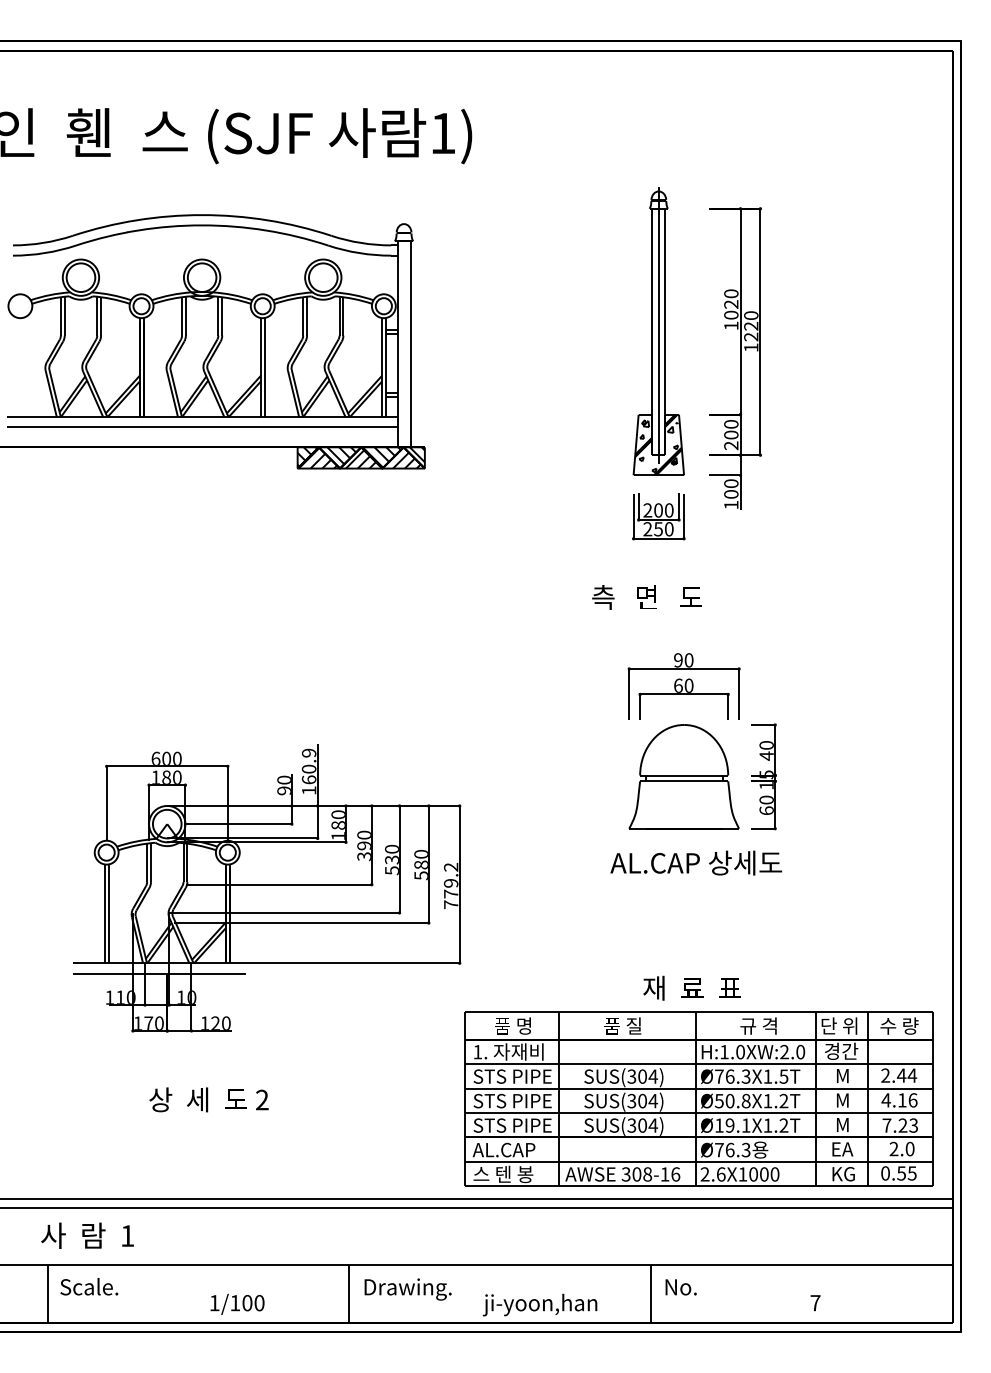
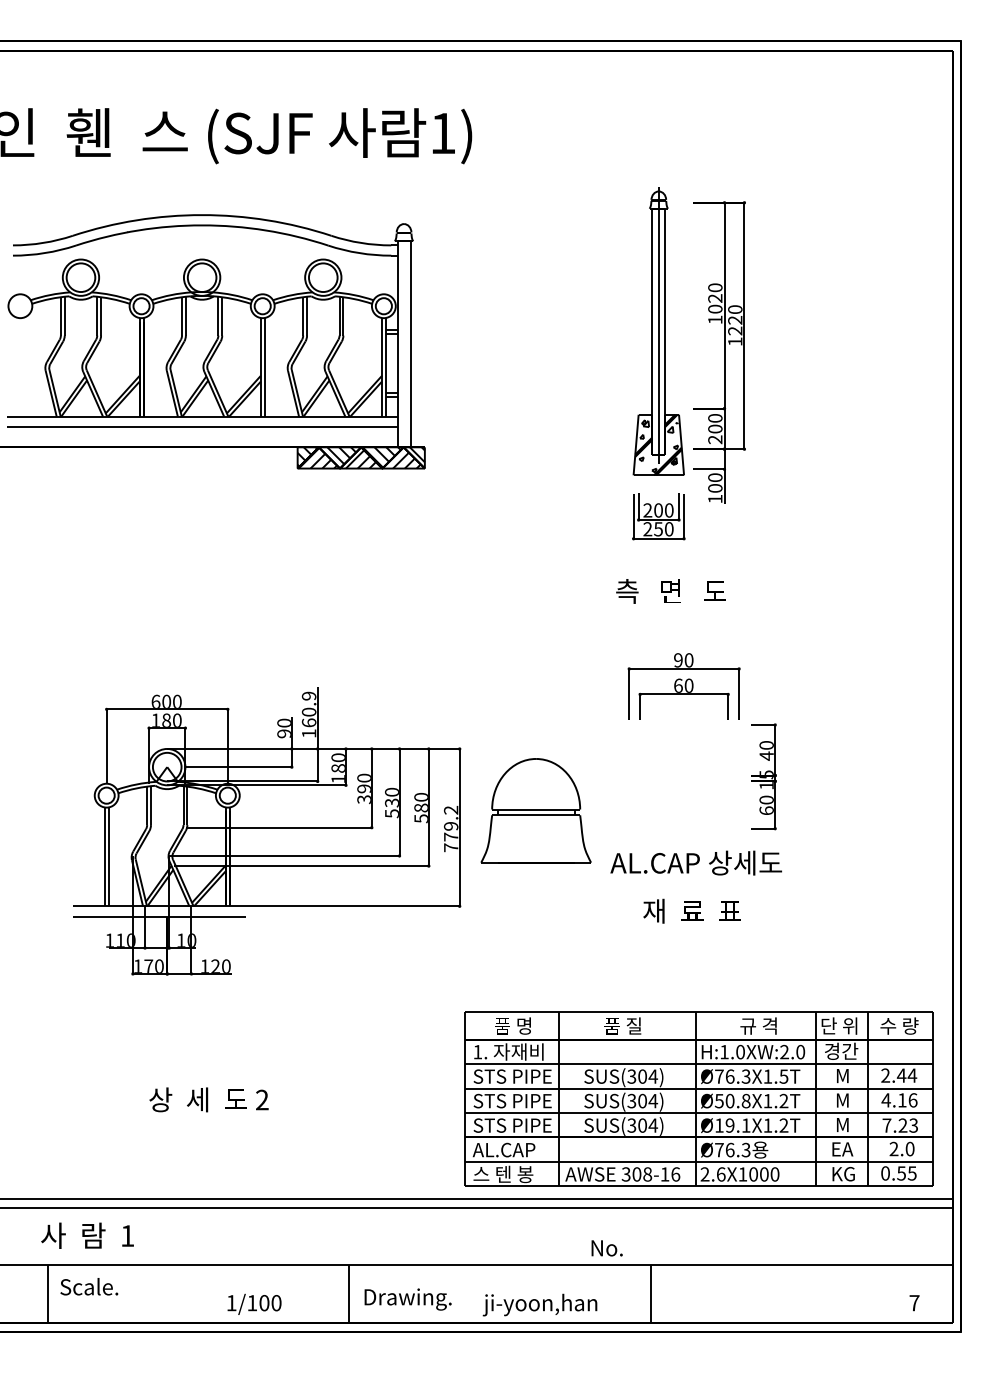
part at (735, 358) position: (735, 358) -> (719, 352)
text at (646, 597) position: (646, 597) -> (670, 591)
part at (683, 776) position: (683, 776) -> (535, 810)
part at (267, 888) position: (267, 888) -> (267, 831)
text at (691, 987) position: (691, 987) -> (691, 910)
text at (680, 1287) position: (680, 1287) -> (606, 1248)
text at (407, 1289) position: (407, 1289) -> (407, 1299)
text at (237, 1303) position: (237, 1303) -> (254, 1303)
text at (815, 1303) position: (815, 1303) -> (914, 1303)
